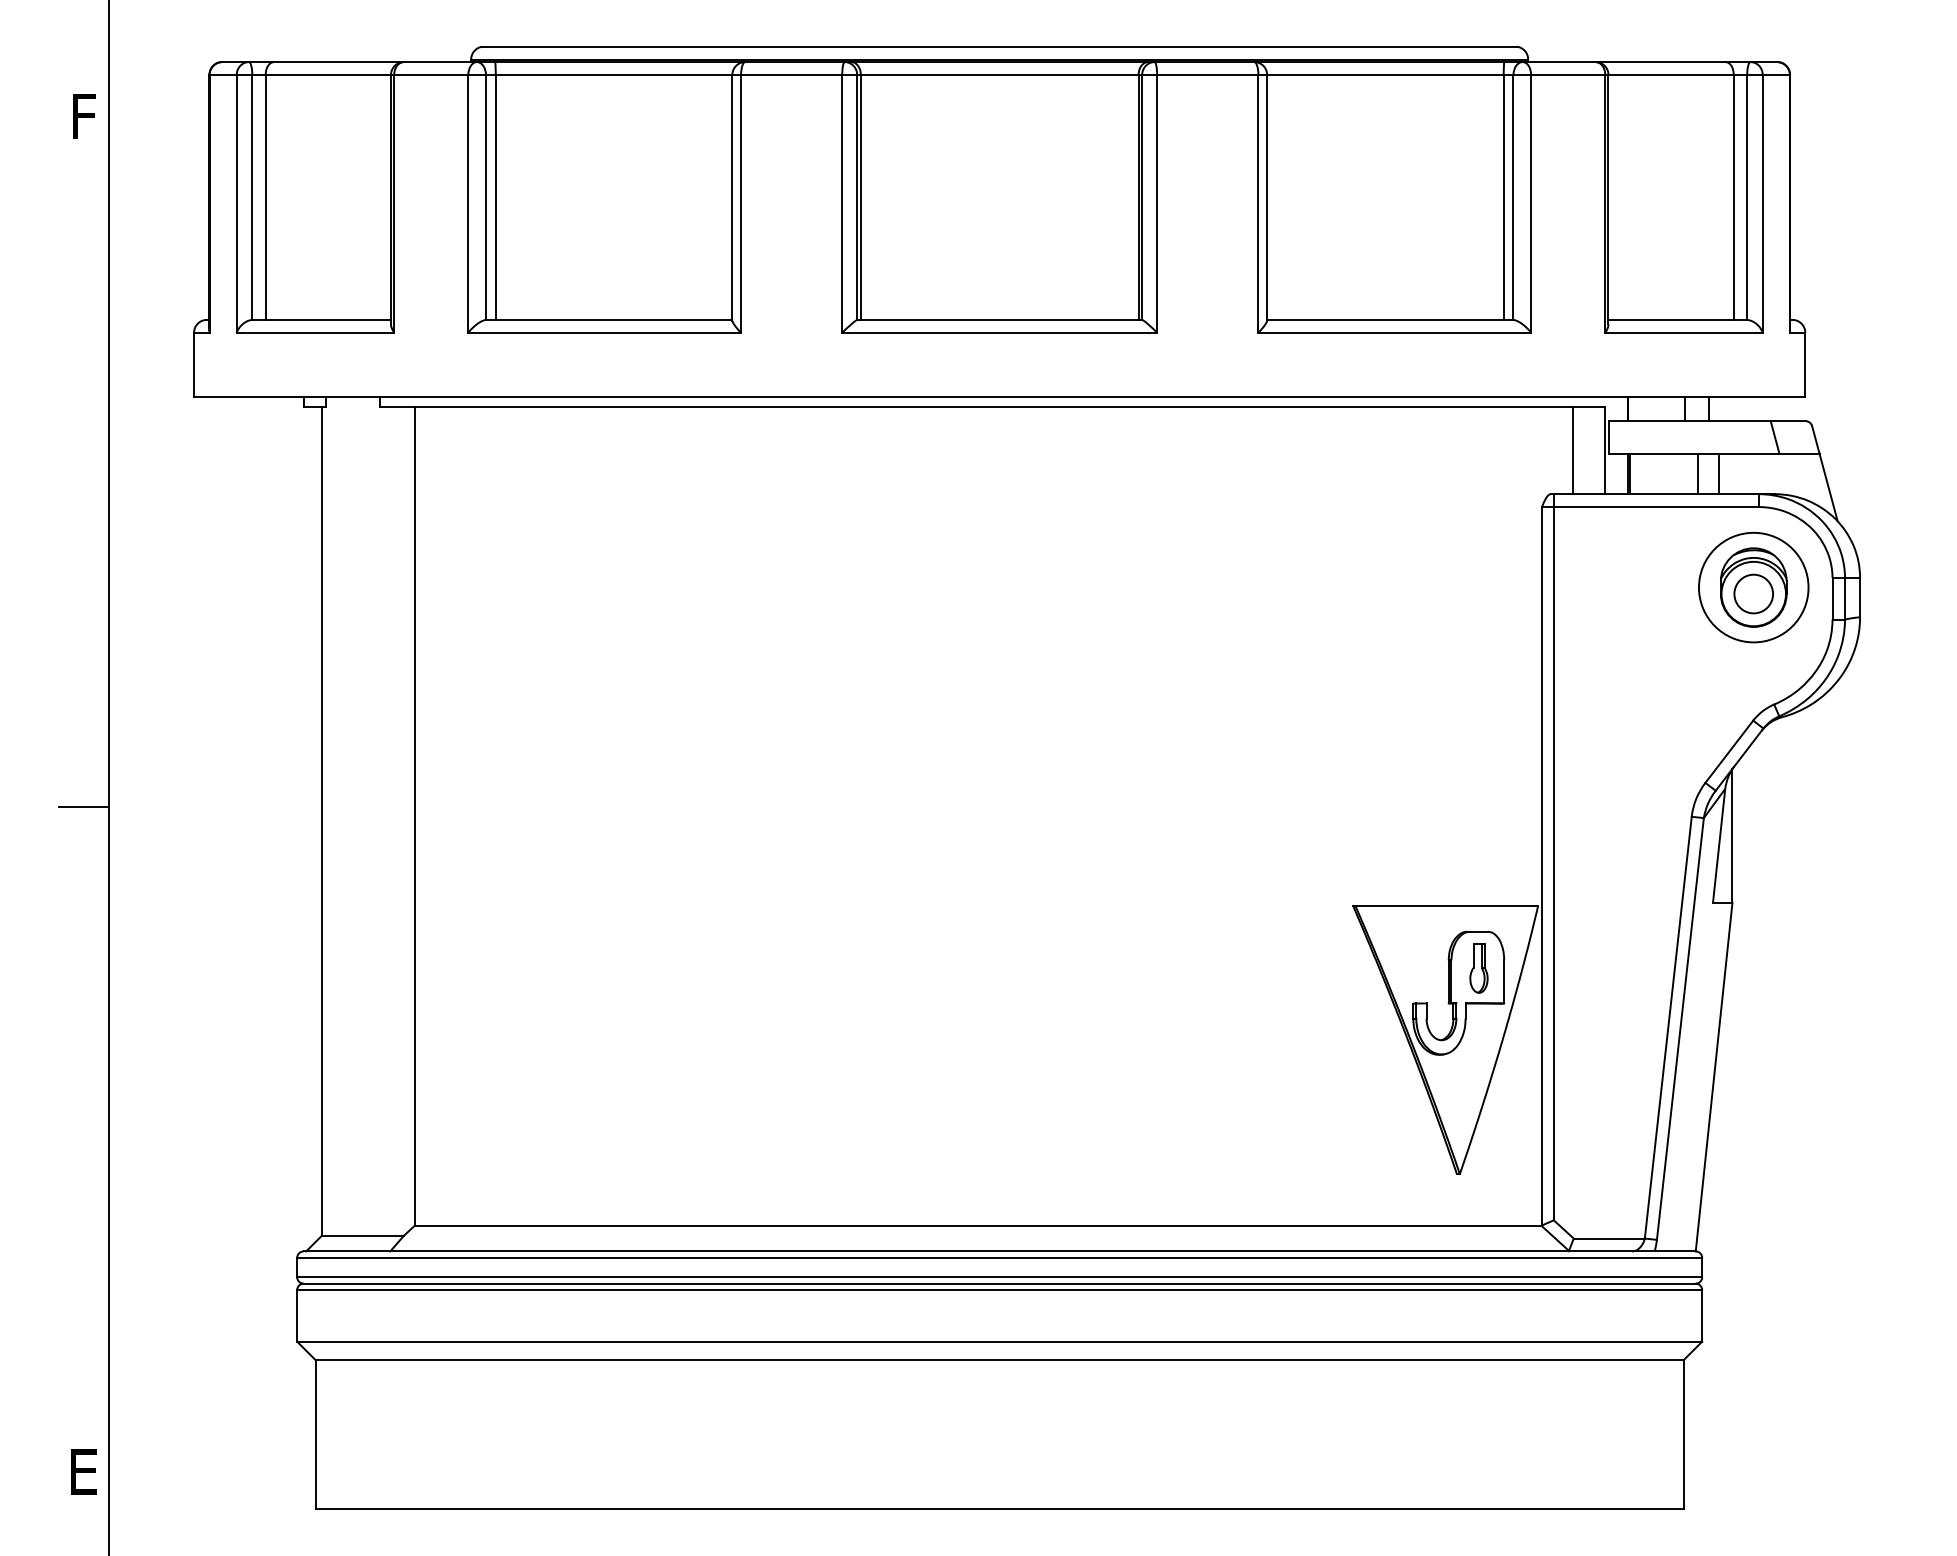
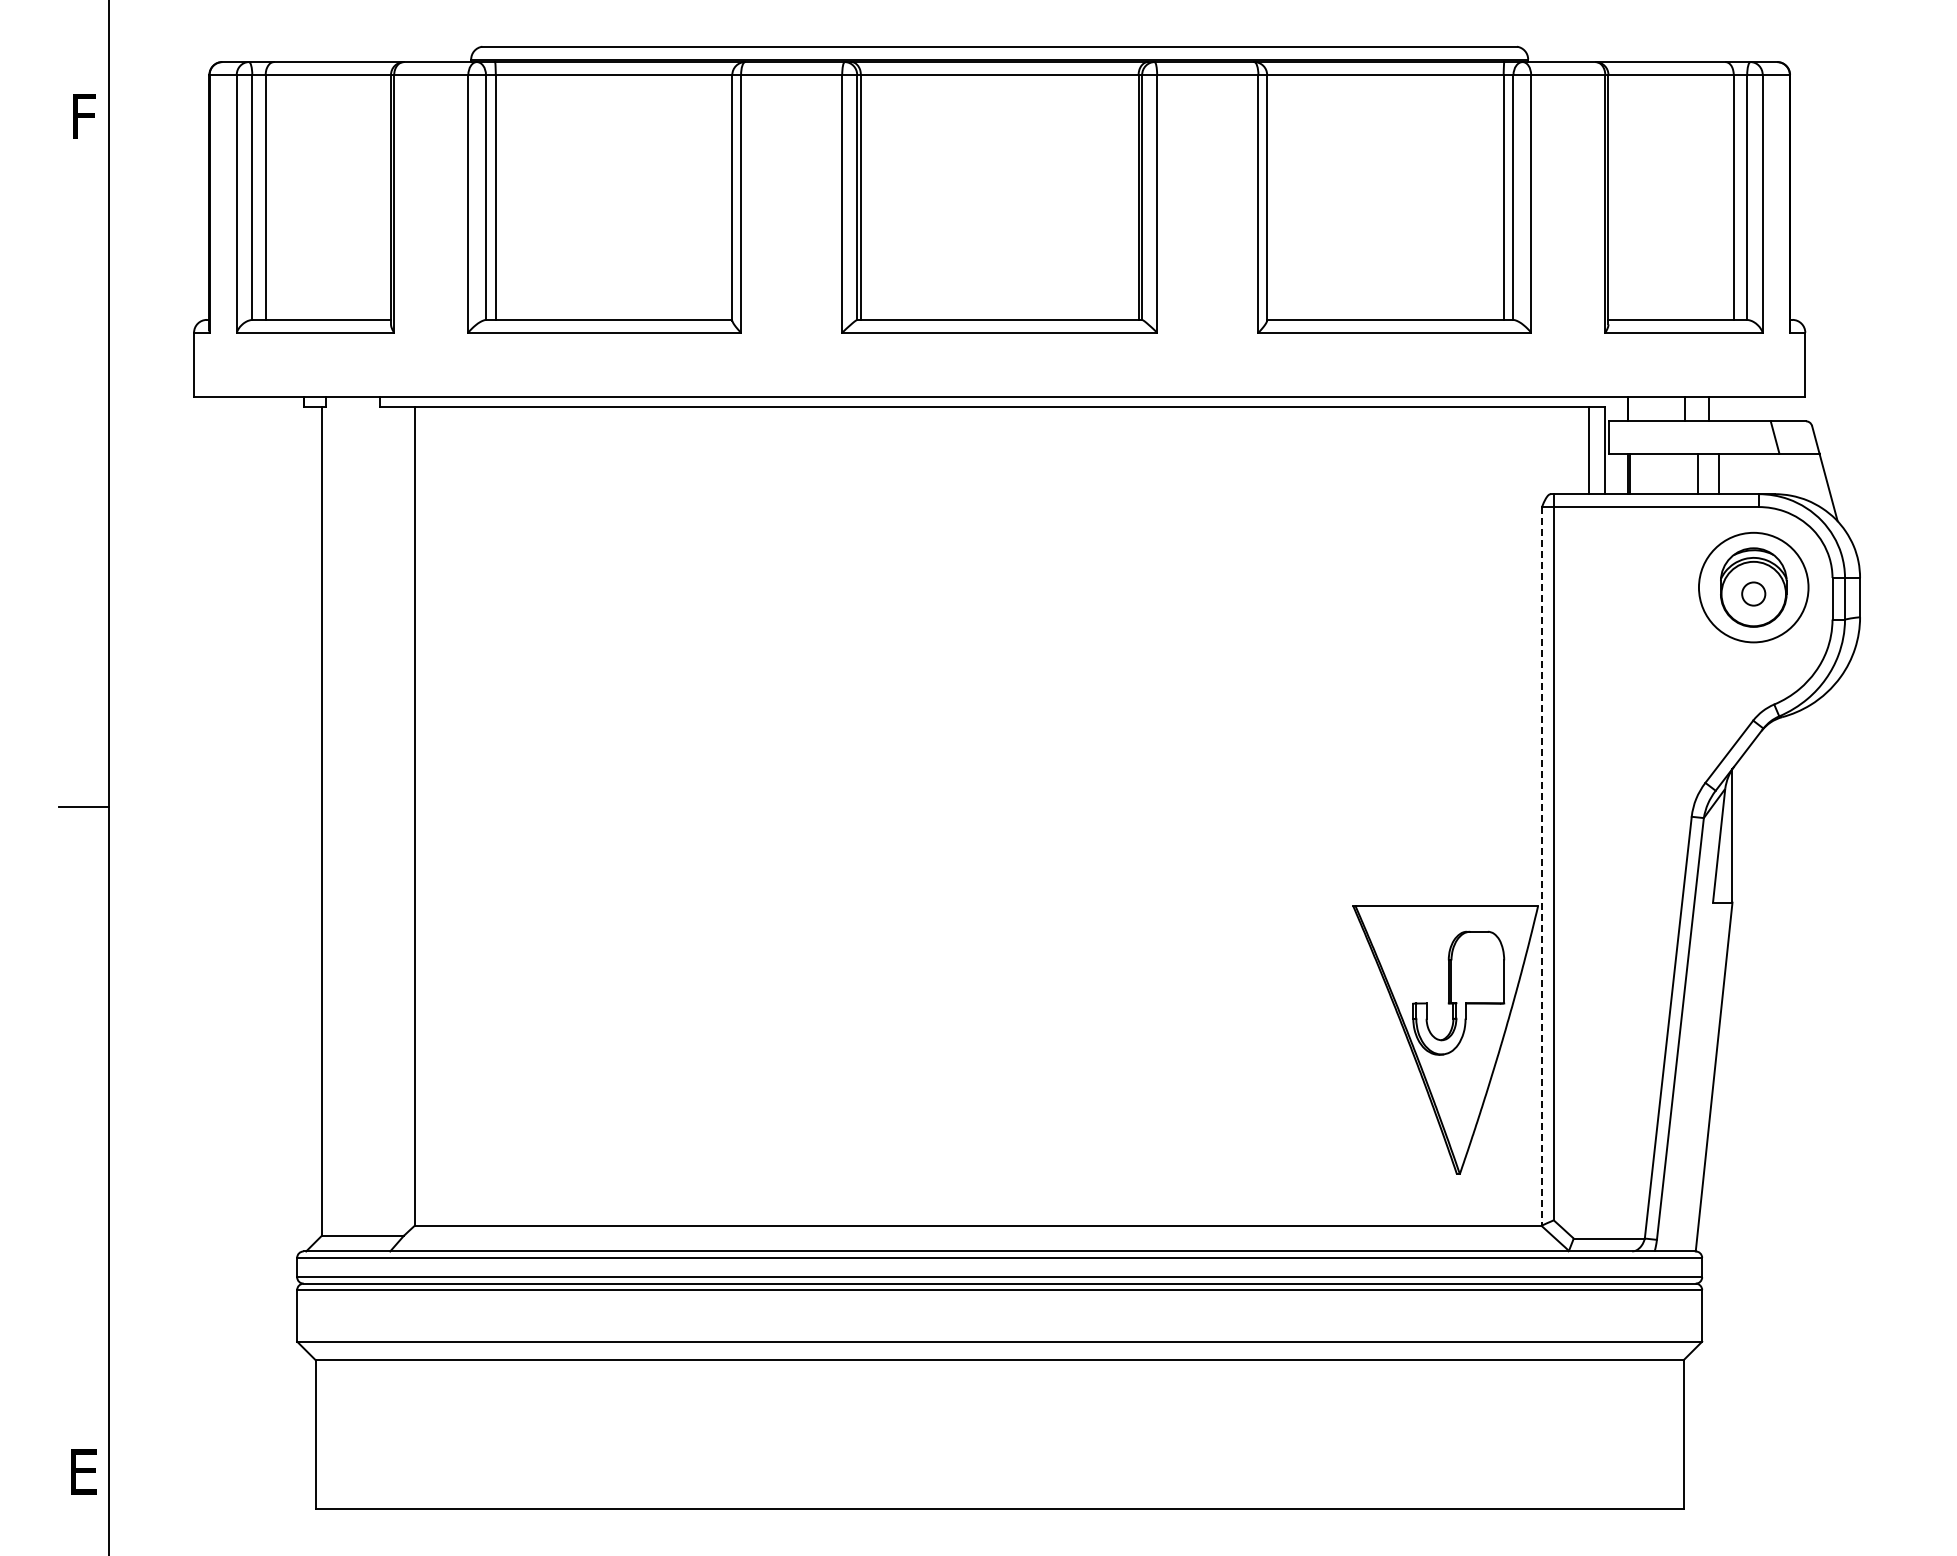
line at (1572, 450) position: (1572, 450) -> (1588, 450)
circle at (1753, 593) diameter: 39 px -> 23 px
line at (1542, 866): solid -> dashed
part at (1478, 968): present -> none
